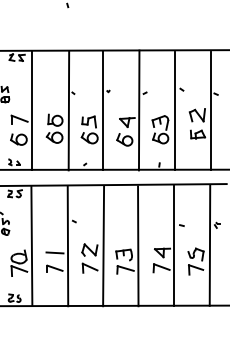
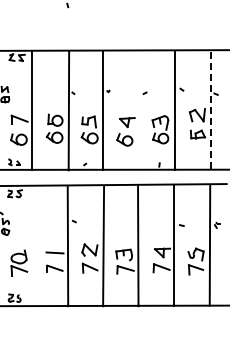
line at (138, 110): present -> none
line at (211, 111): solid -> dashed
line at (31, 245): present -> none
